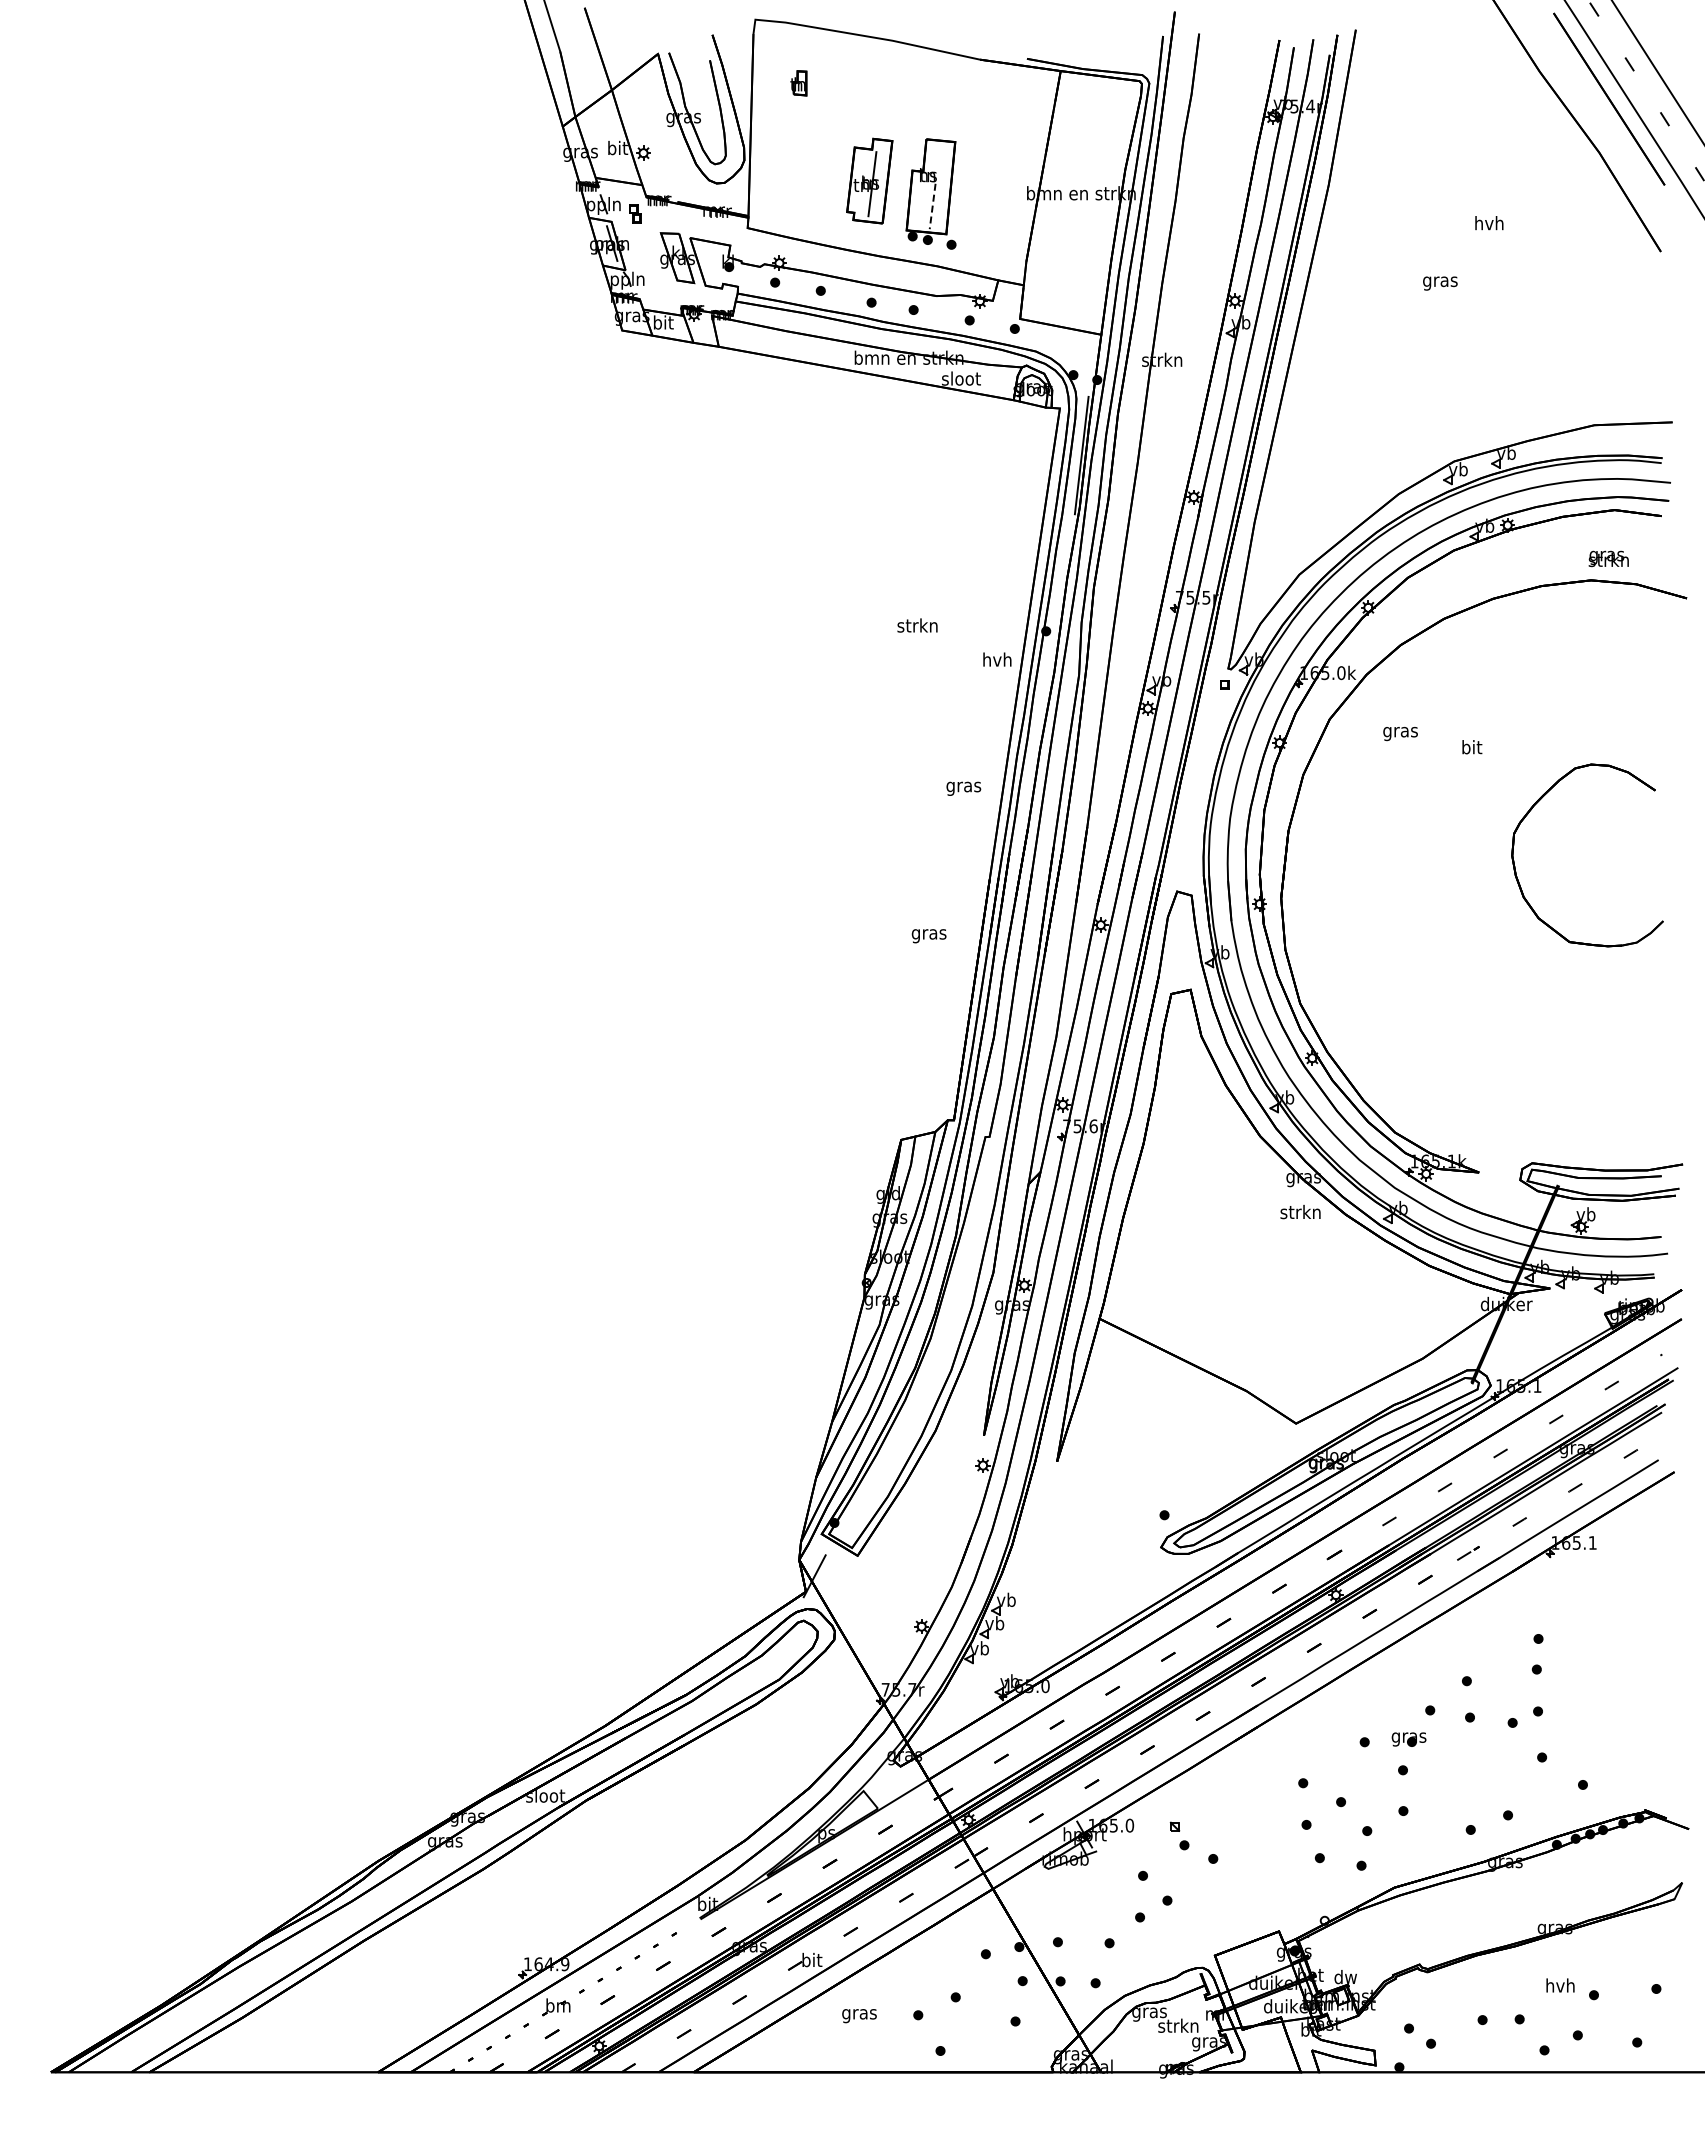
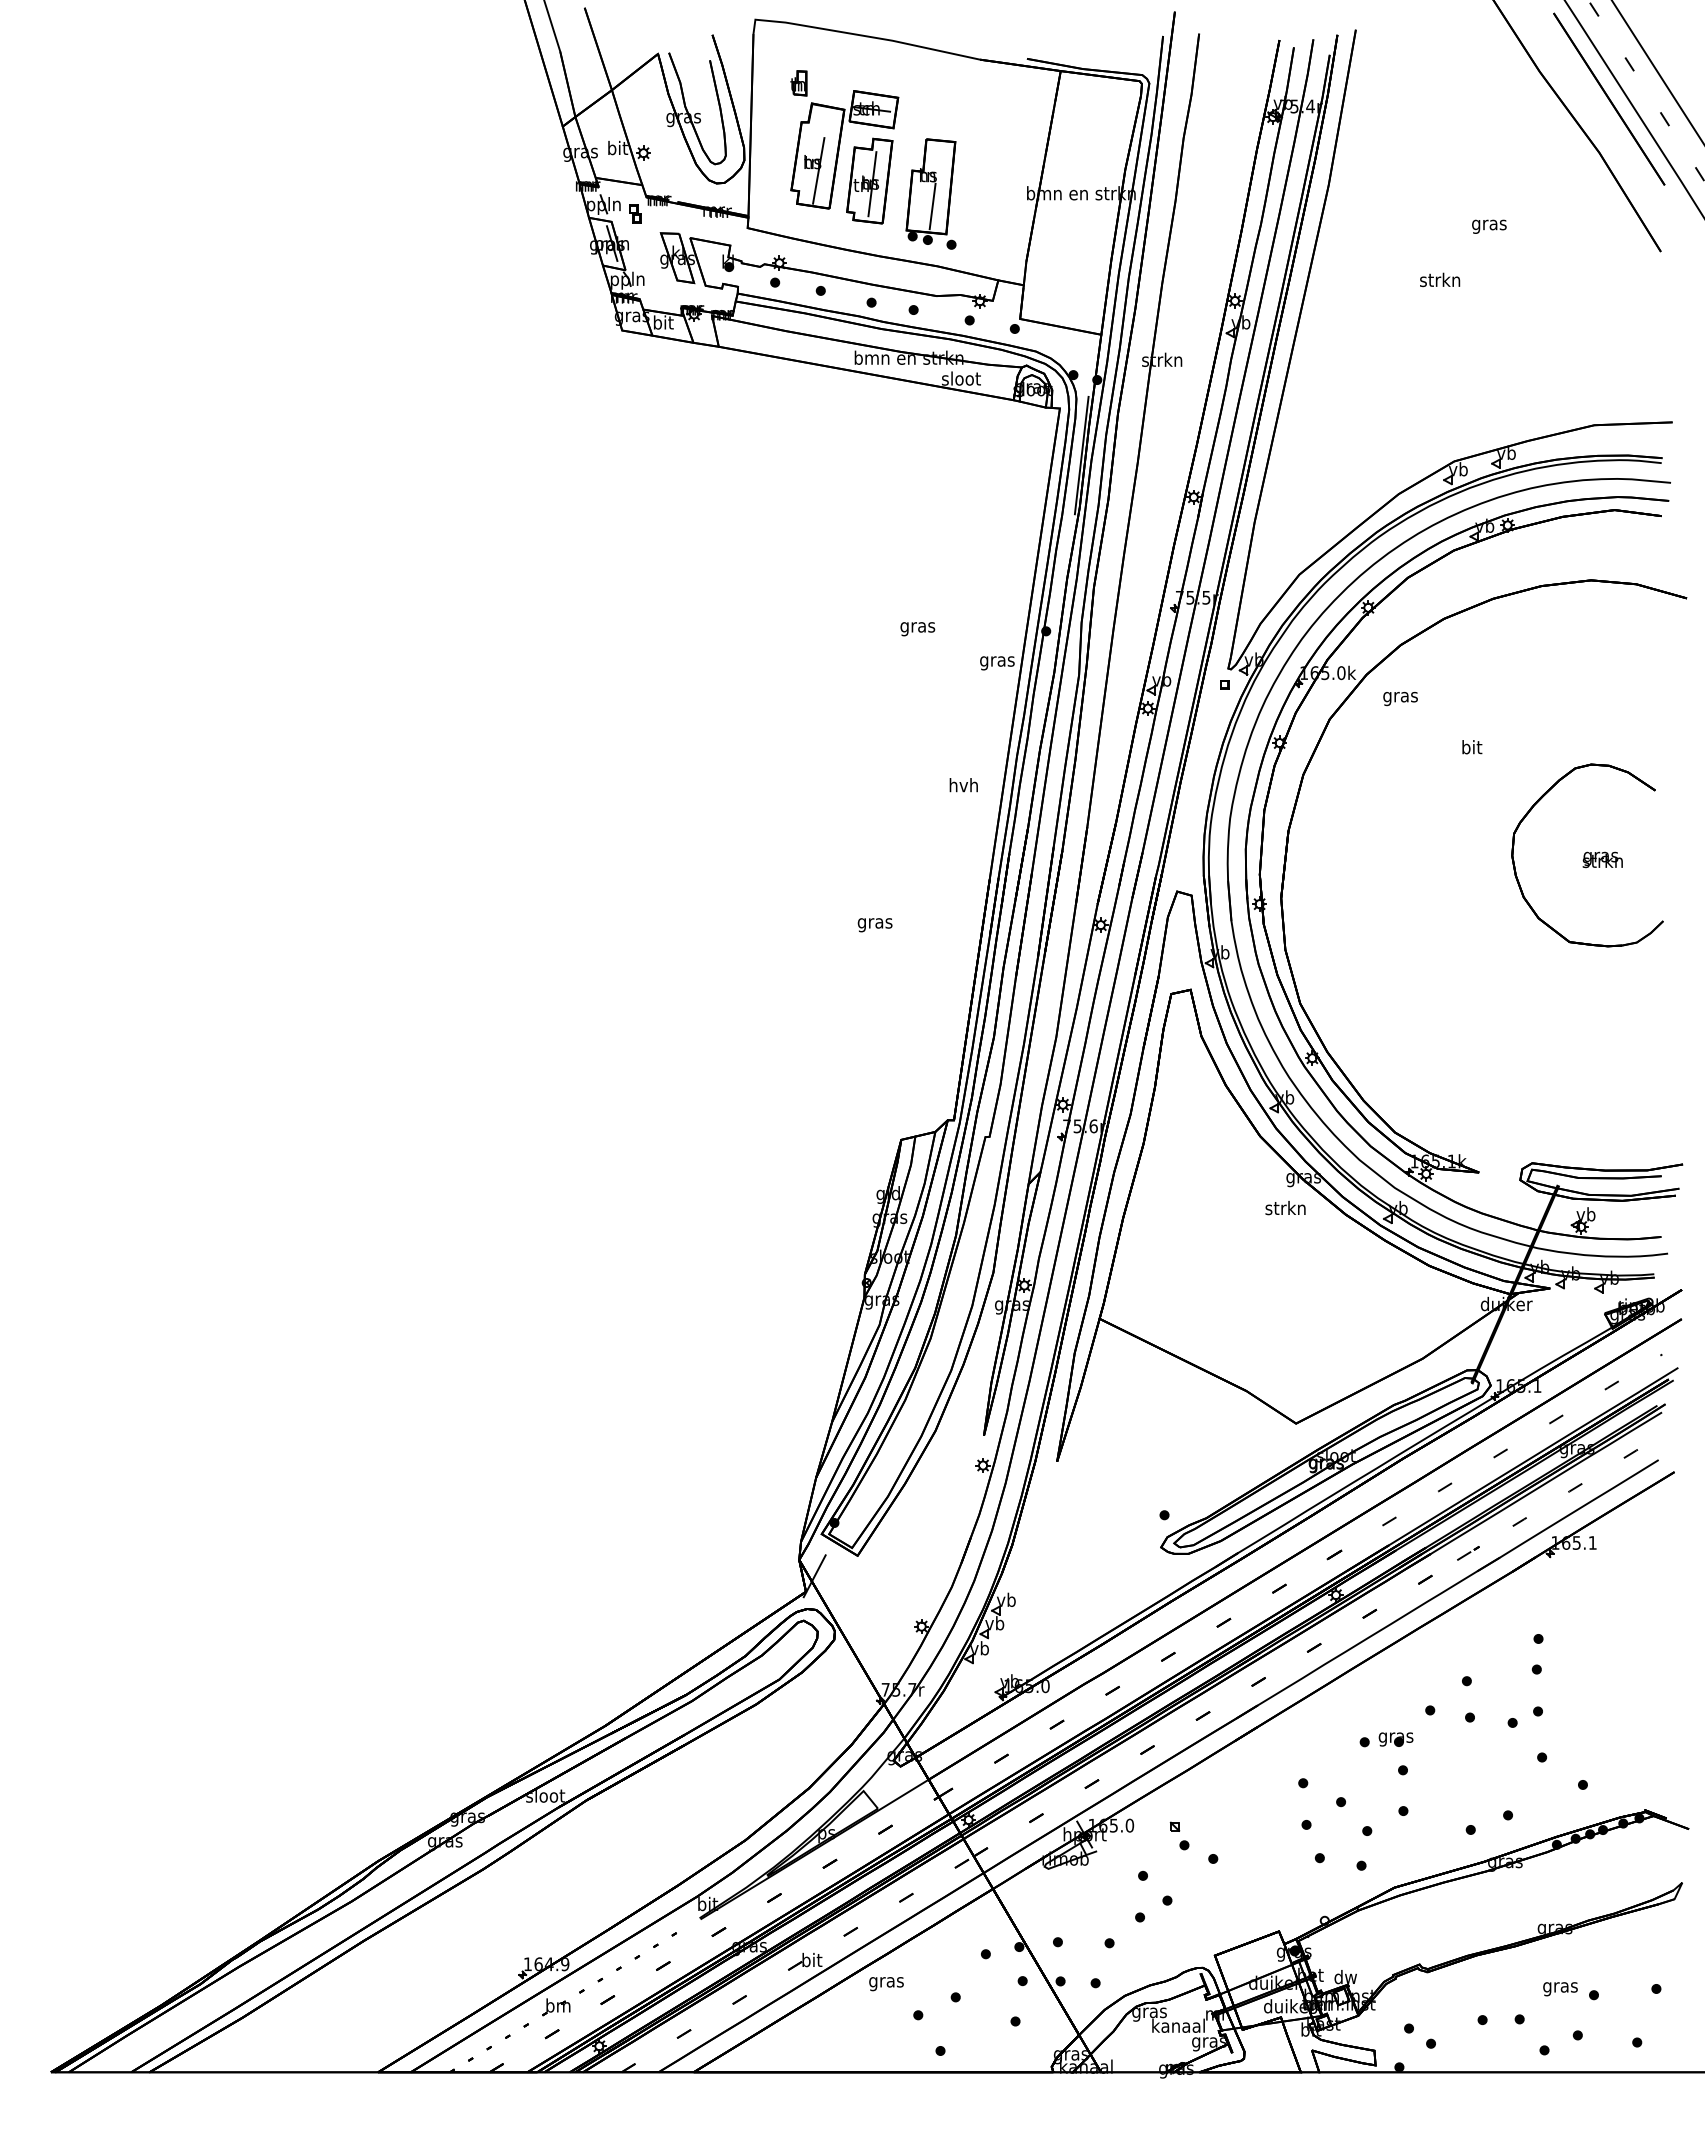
part at (844, 149): none -> present
line at (932, 206): dashed -> solid
text at (1489, 224): hvh -> gras
text at (1440, 281): gras -> strkn
text at (1608, 558) position: (1608, 558) -> (1602, 859)
text at (917, 627): strkn -> gras
text at (997, 661): hvh -> gras
text at (1400, 734) position: (1400, 734) -> (1400, 699)
text at (963, 786): gras -> hvh
text at (928, 936) position: (928, 936) -> (874, 925)
text at (1300, 1212) position: (1300, 1212) -> (1285, 1208)
part at (1408, 1739) position: (1408, 1739) -> (1395, 1739)
text at (1560, 1987): hvh -> gras
text at (859, 2016) position: (859, 2016) -> (886, 1984)
text at (1178, 2025): strkn -> kanaal
